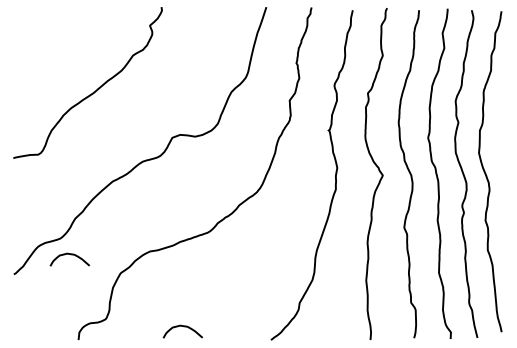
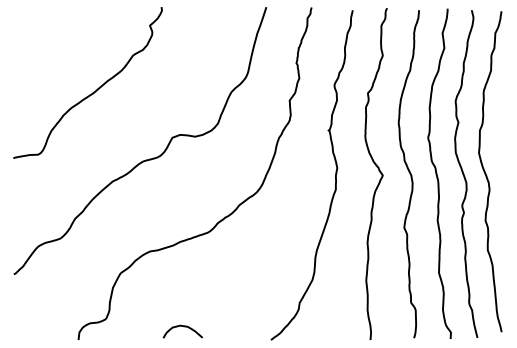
curve at (70, 255): present -> none
